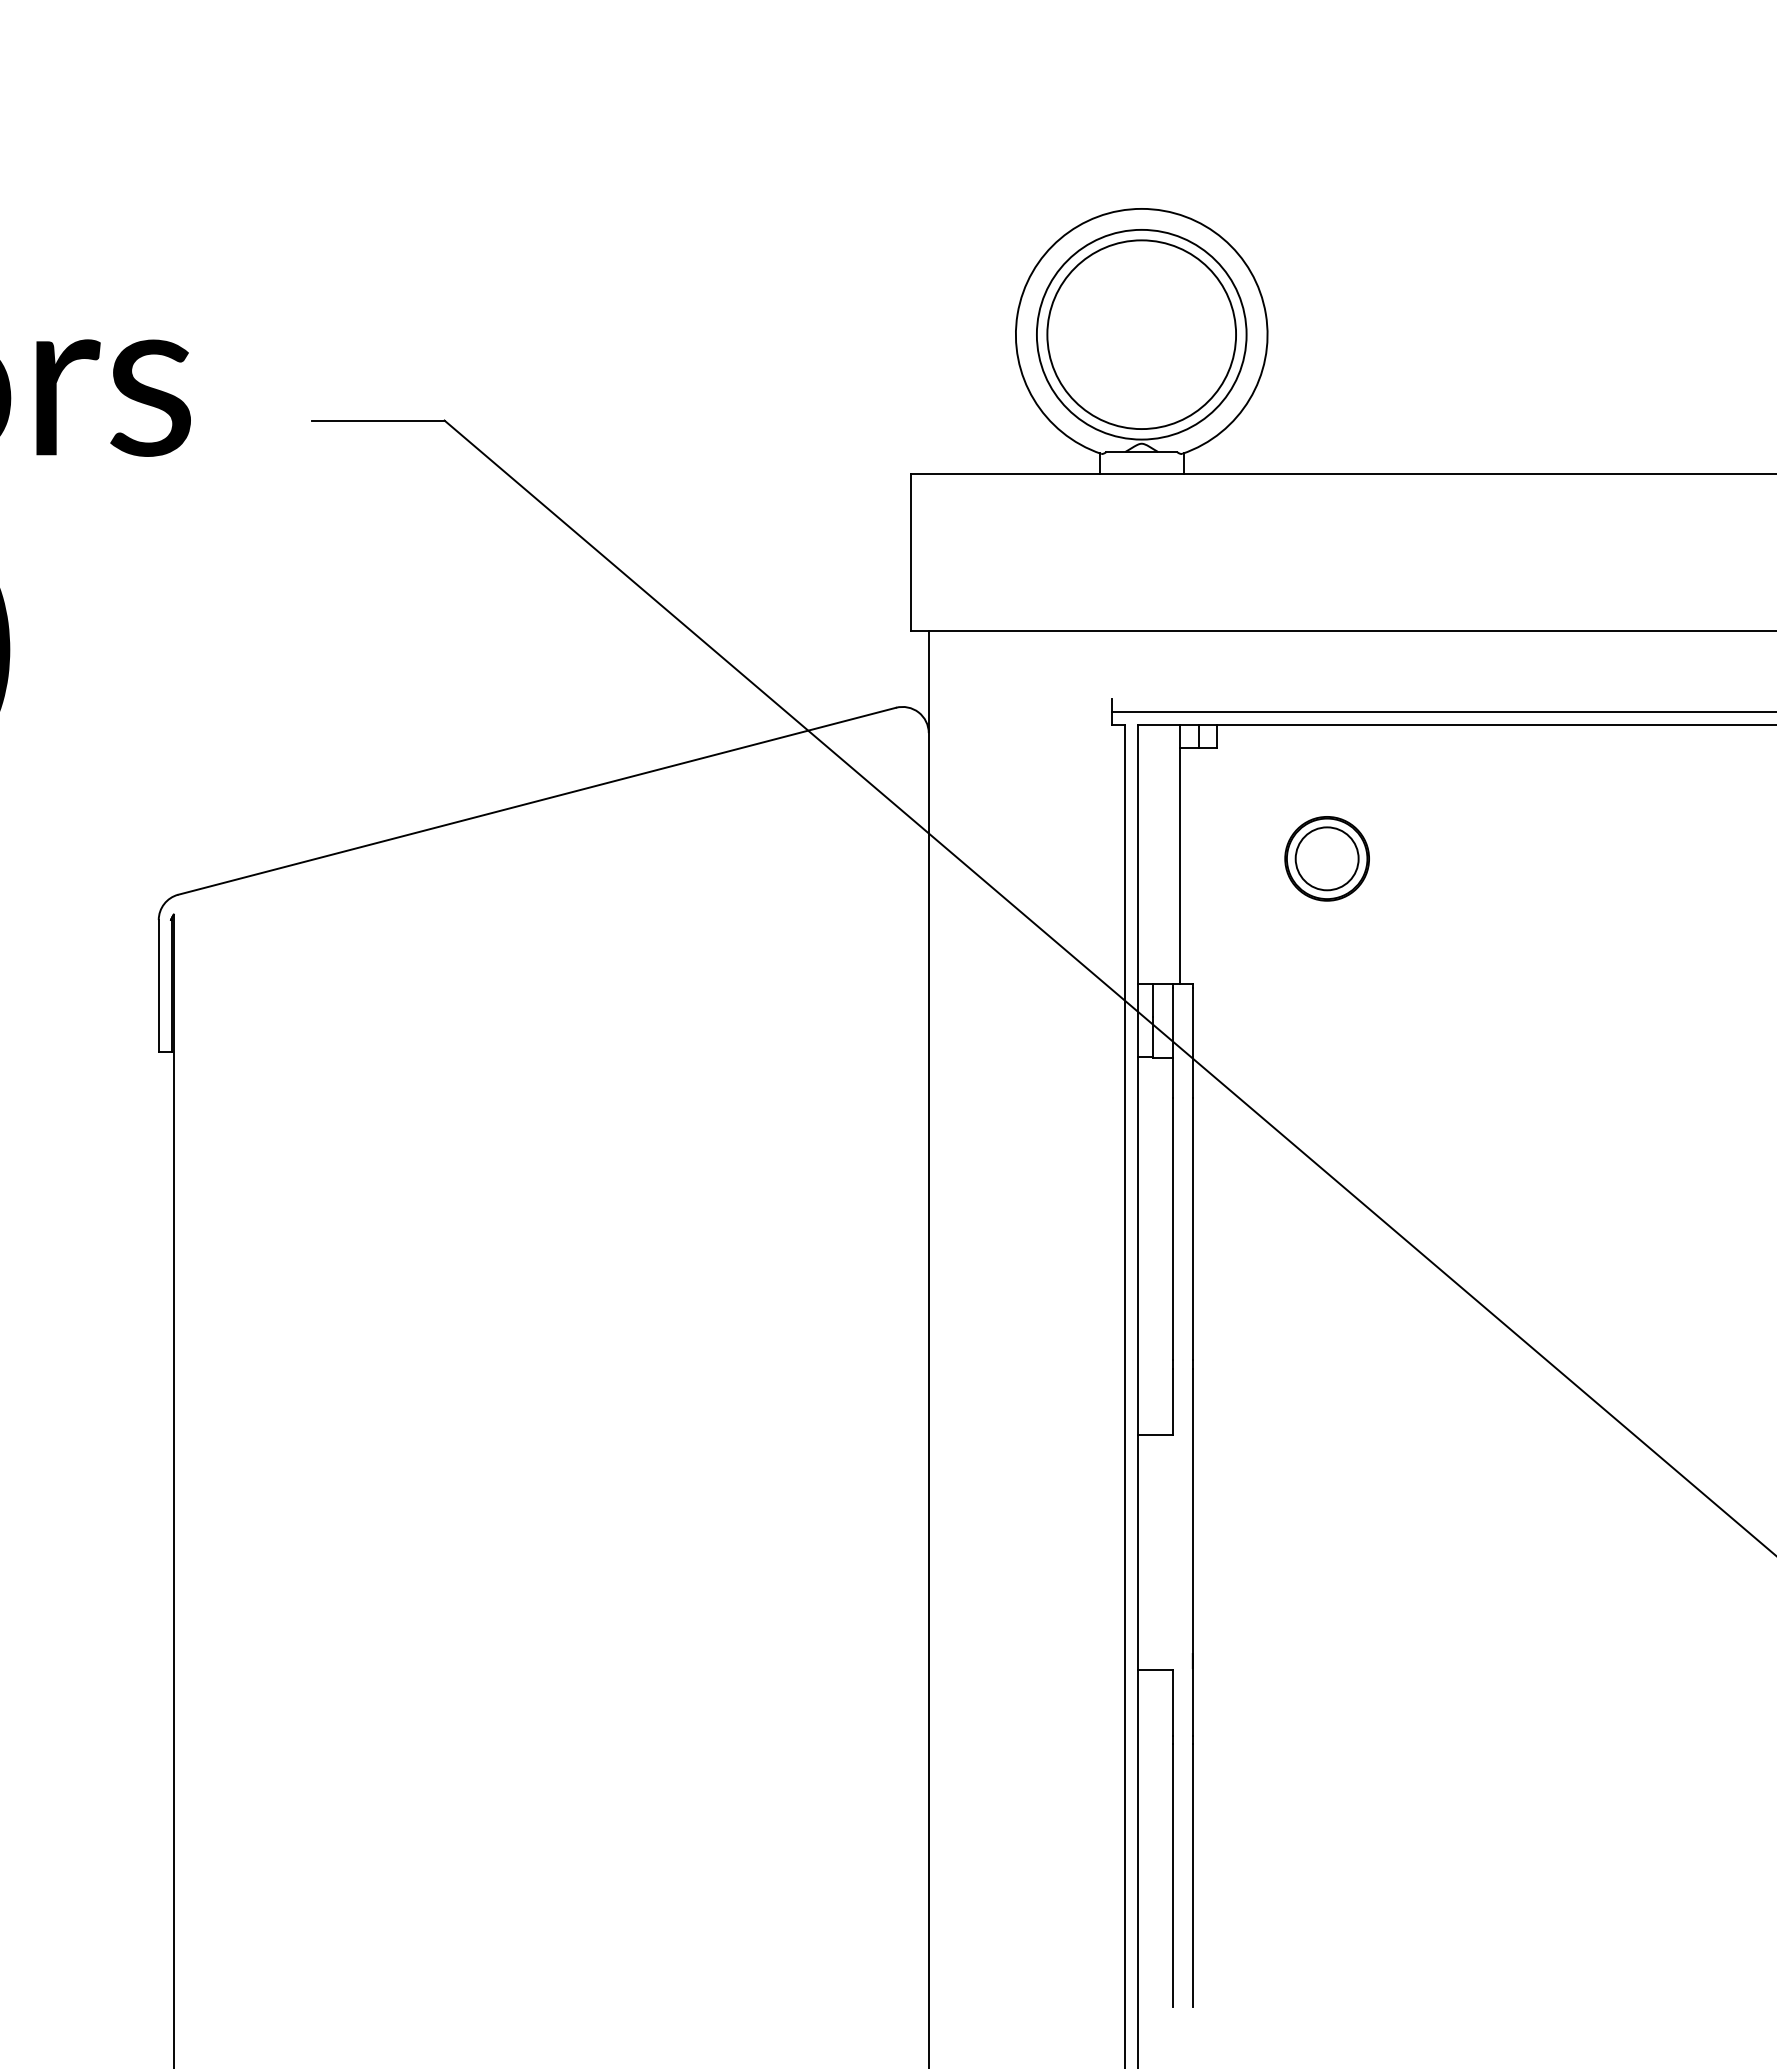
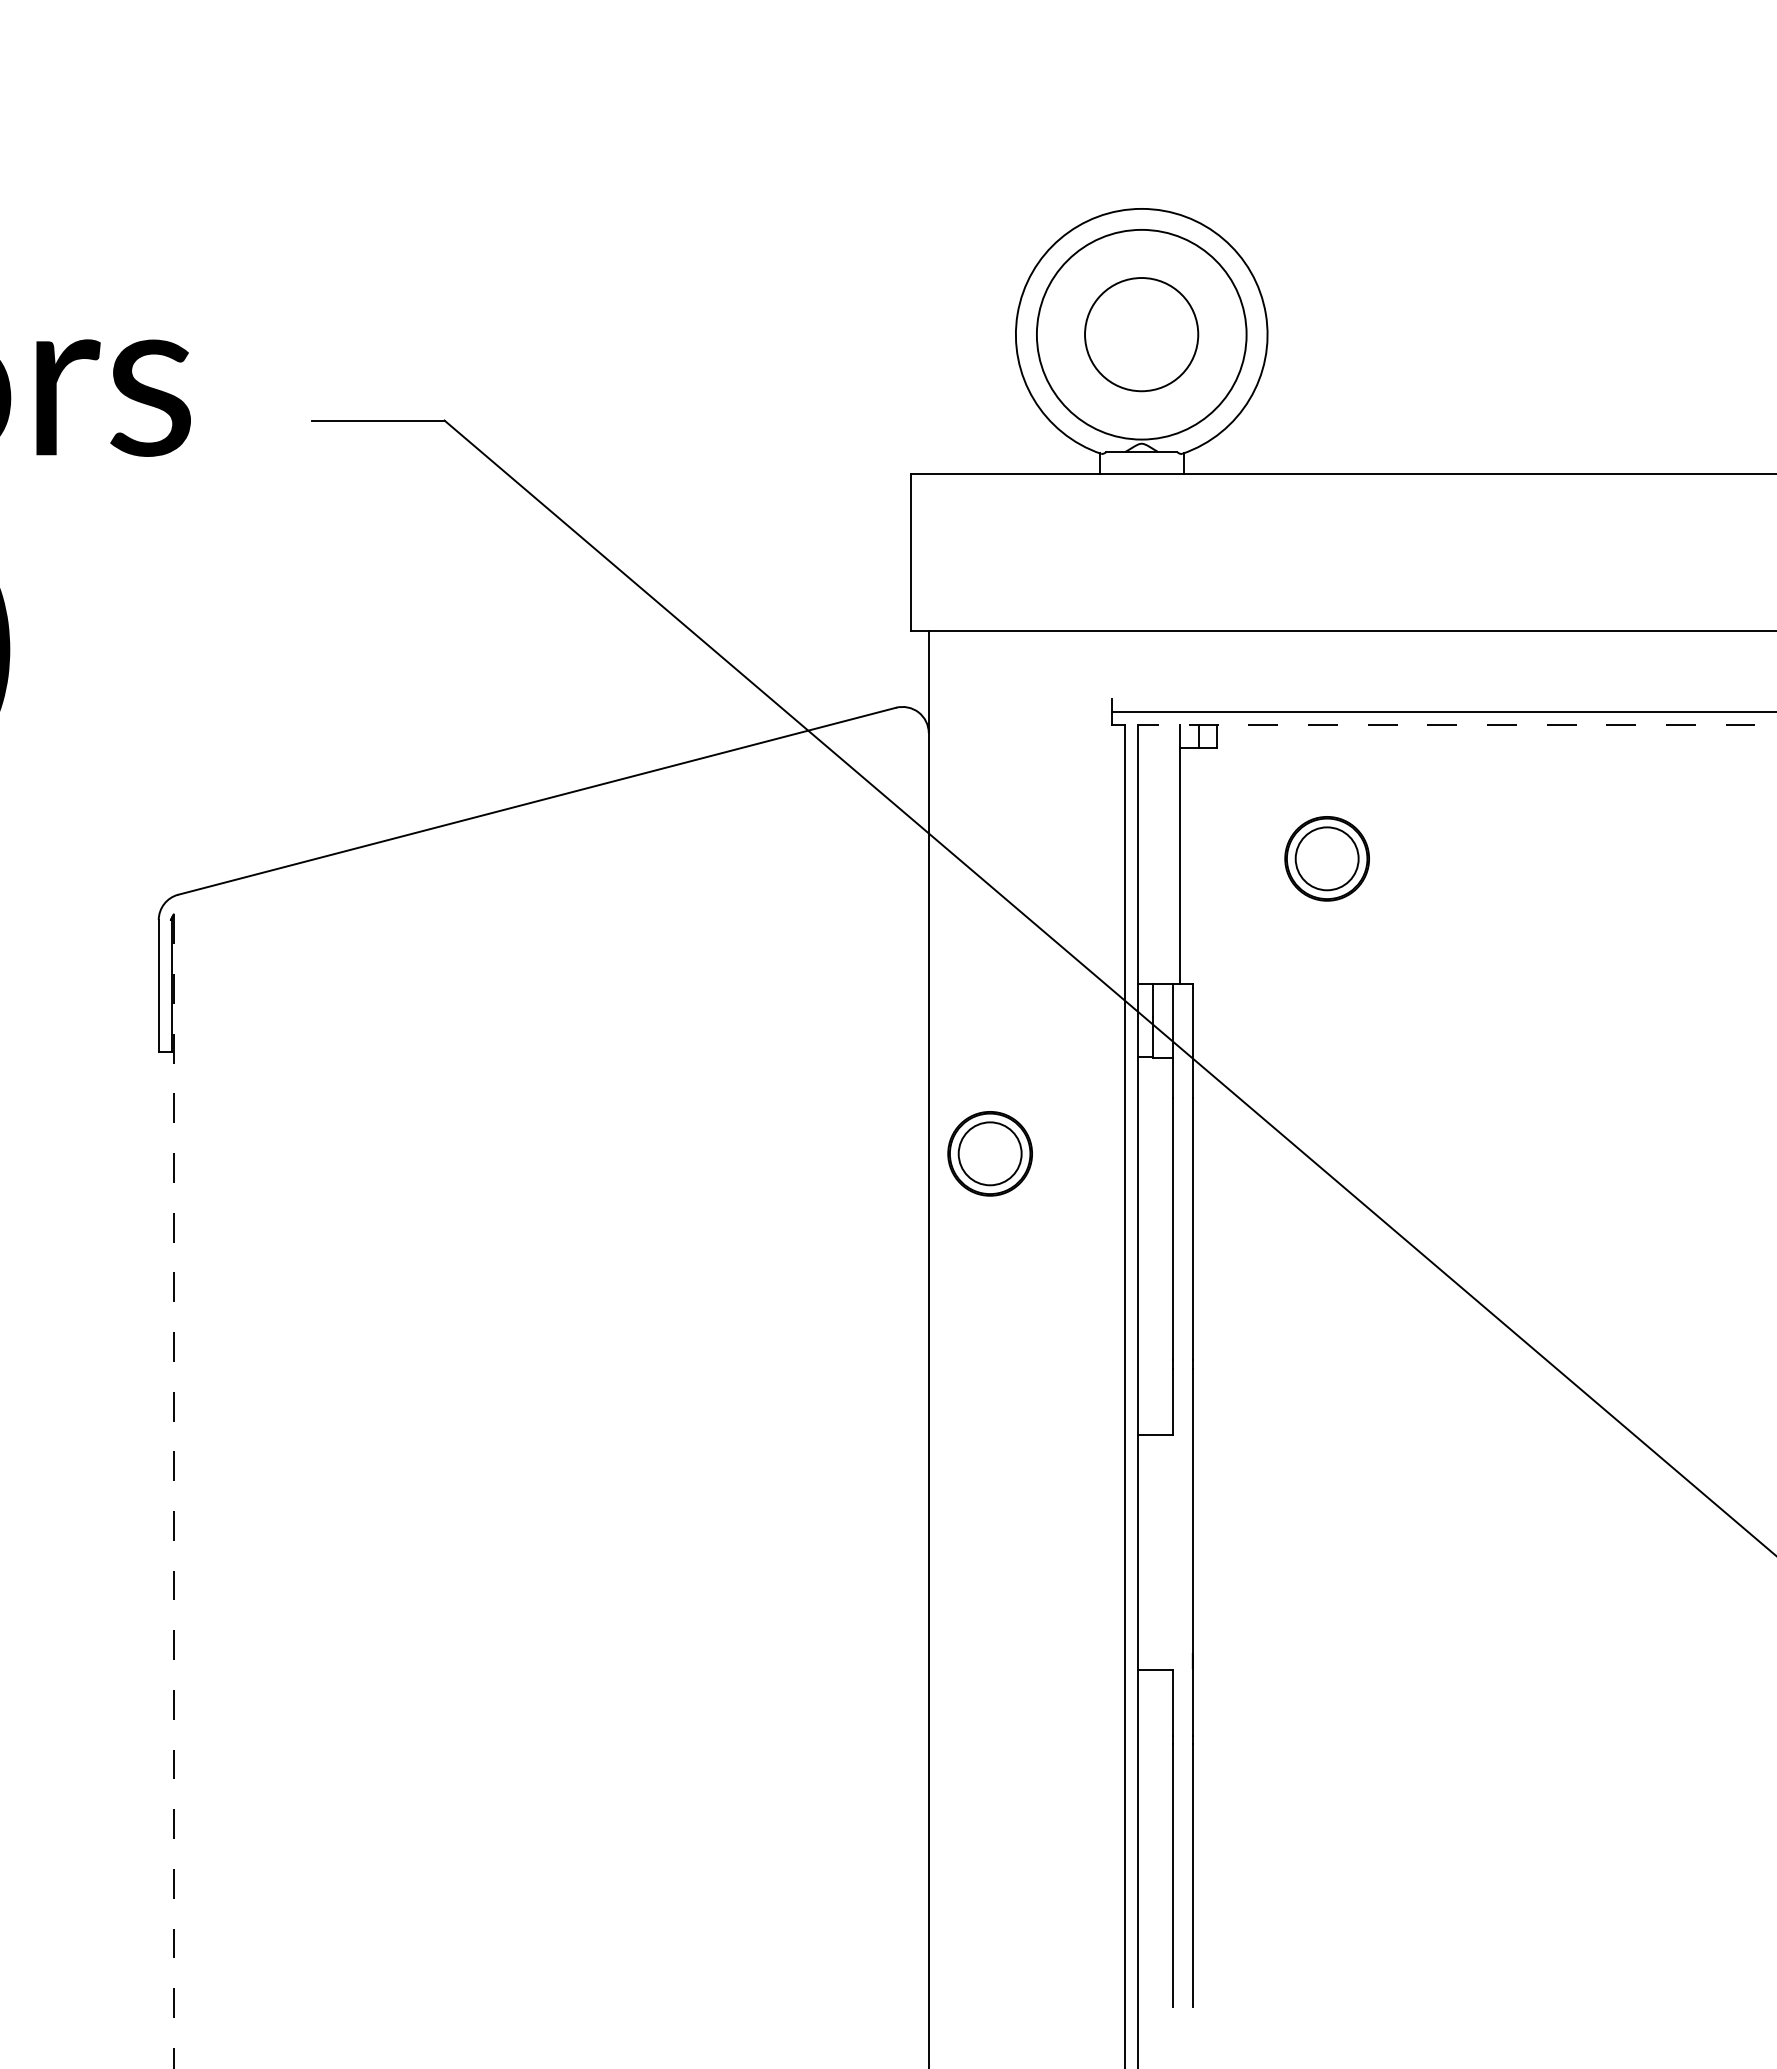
circle at (1141, 334) size: 191x191 px -> 116x116 px
line at (1457, 725): solid -> dashed
part at (989, 1153): none -> present
line at (173, 1491): solid -> dashed
